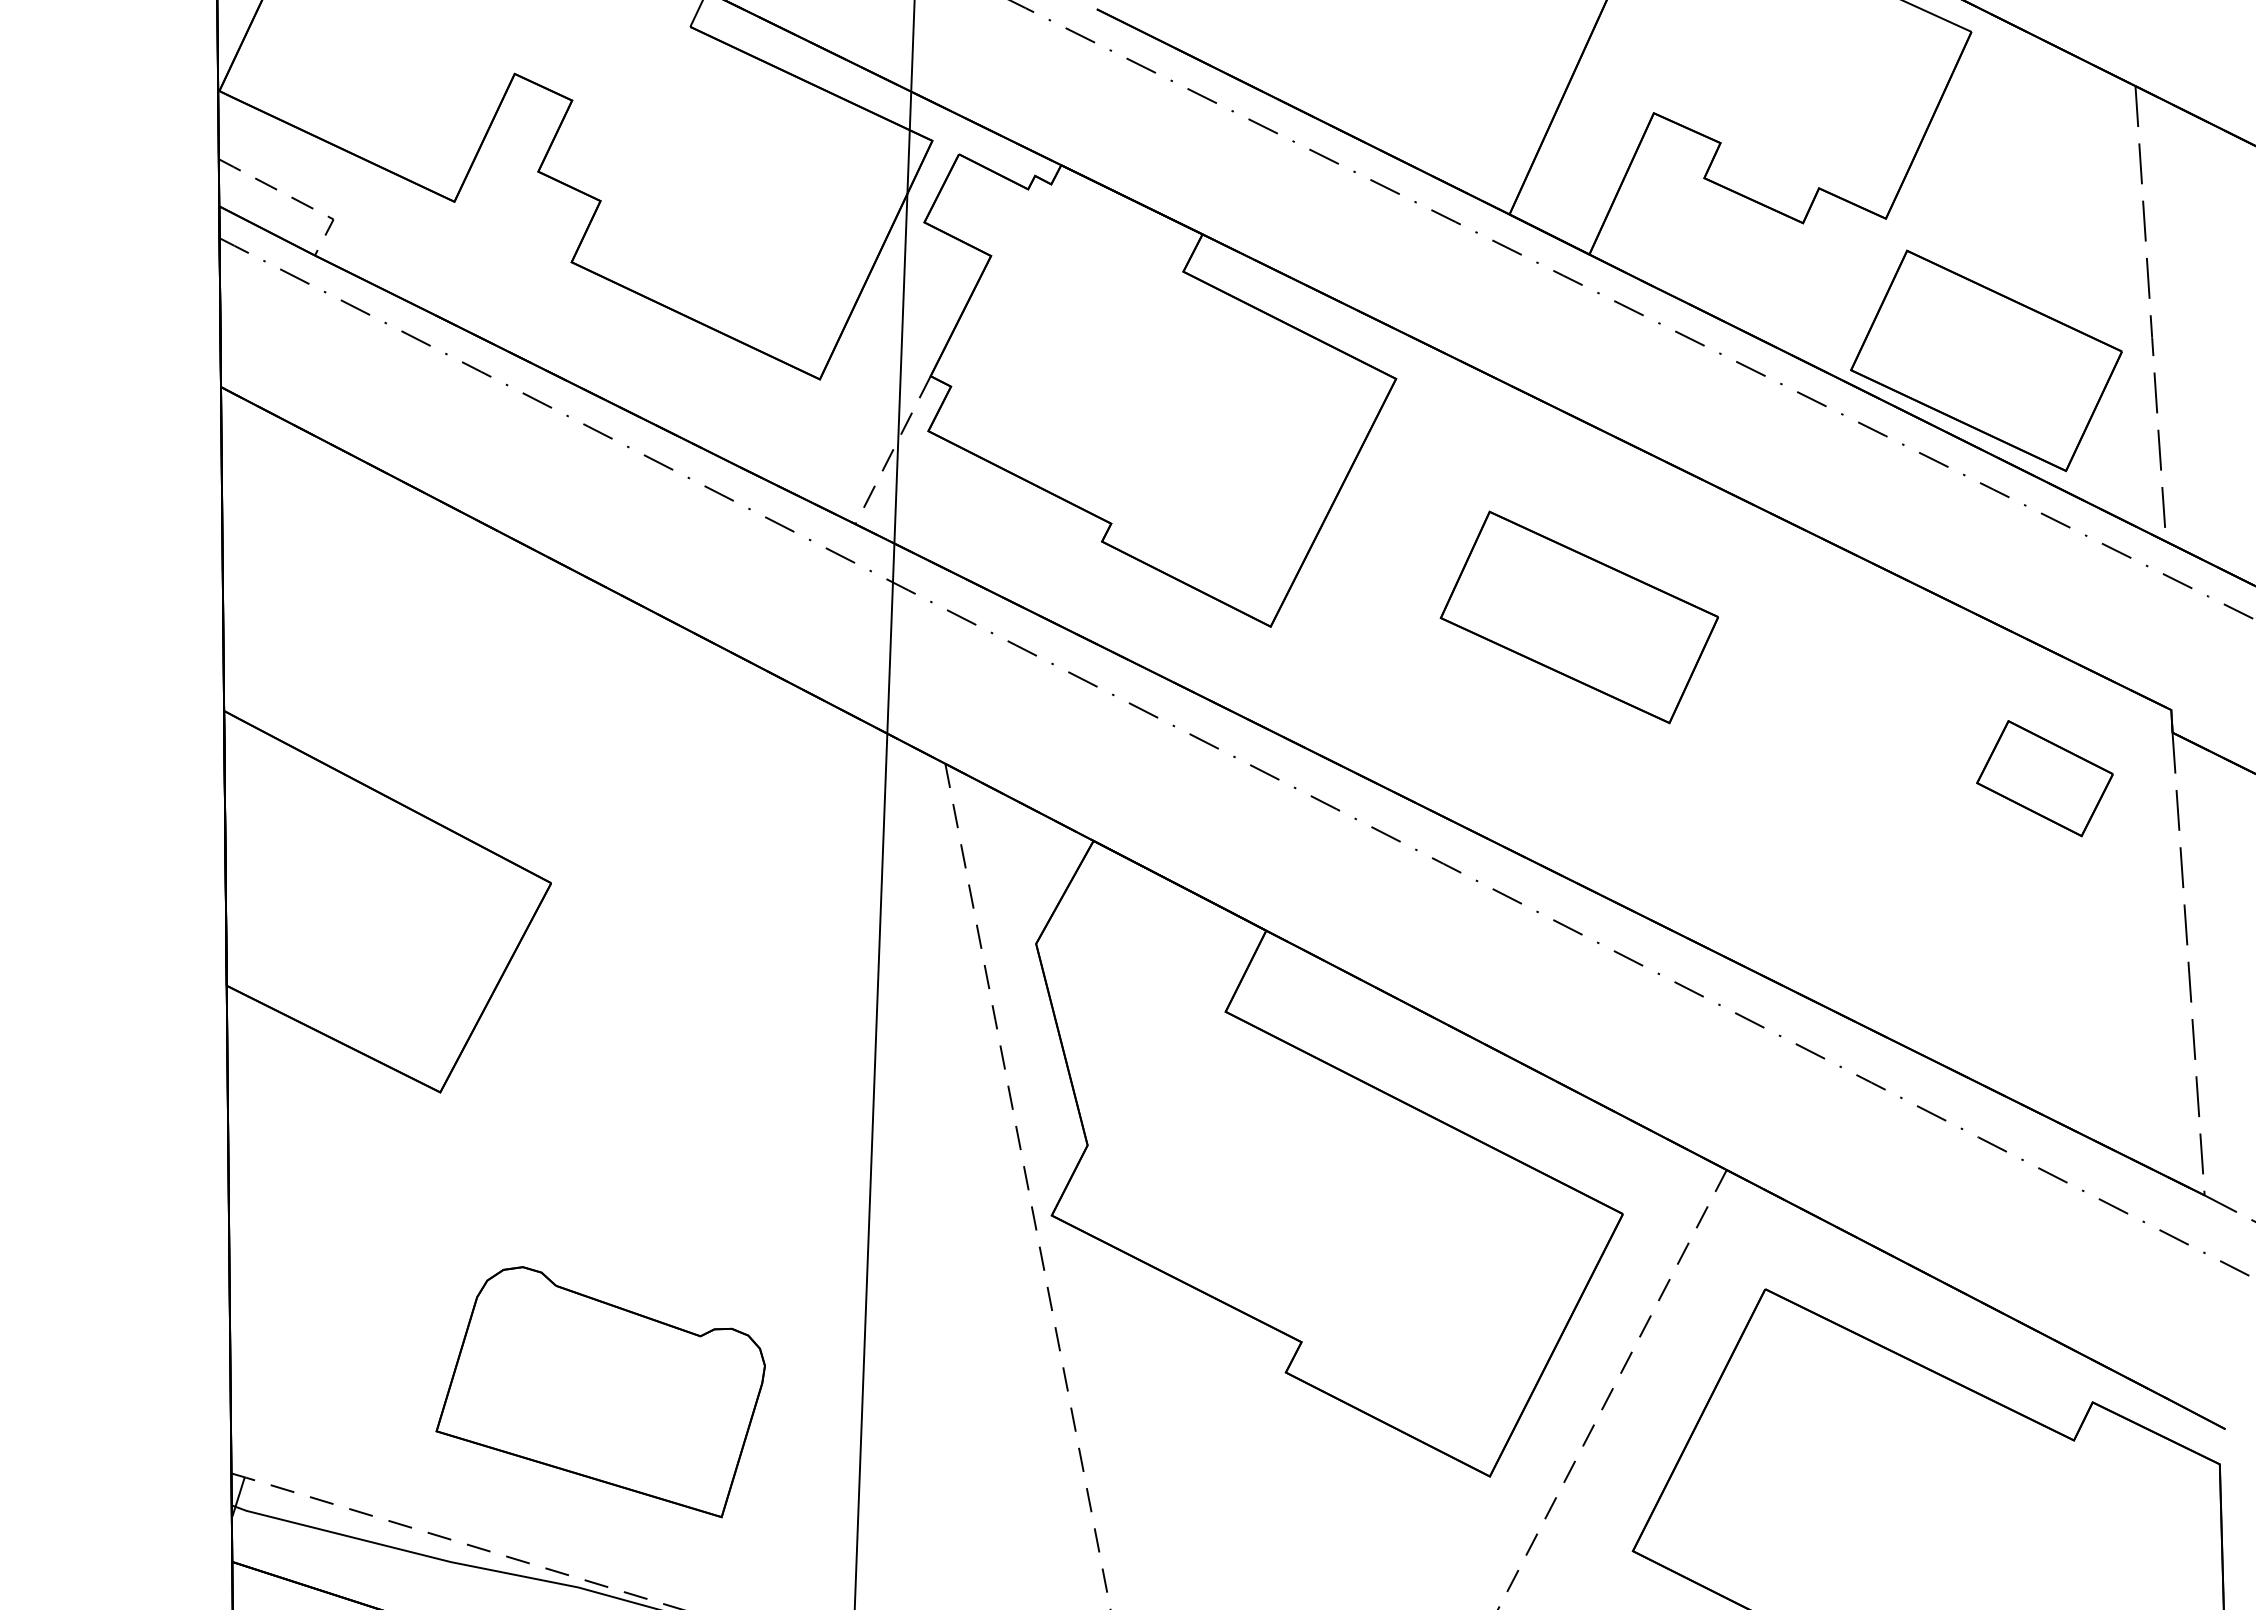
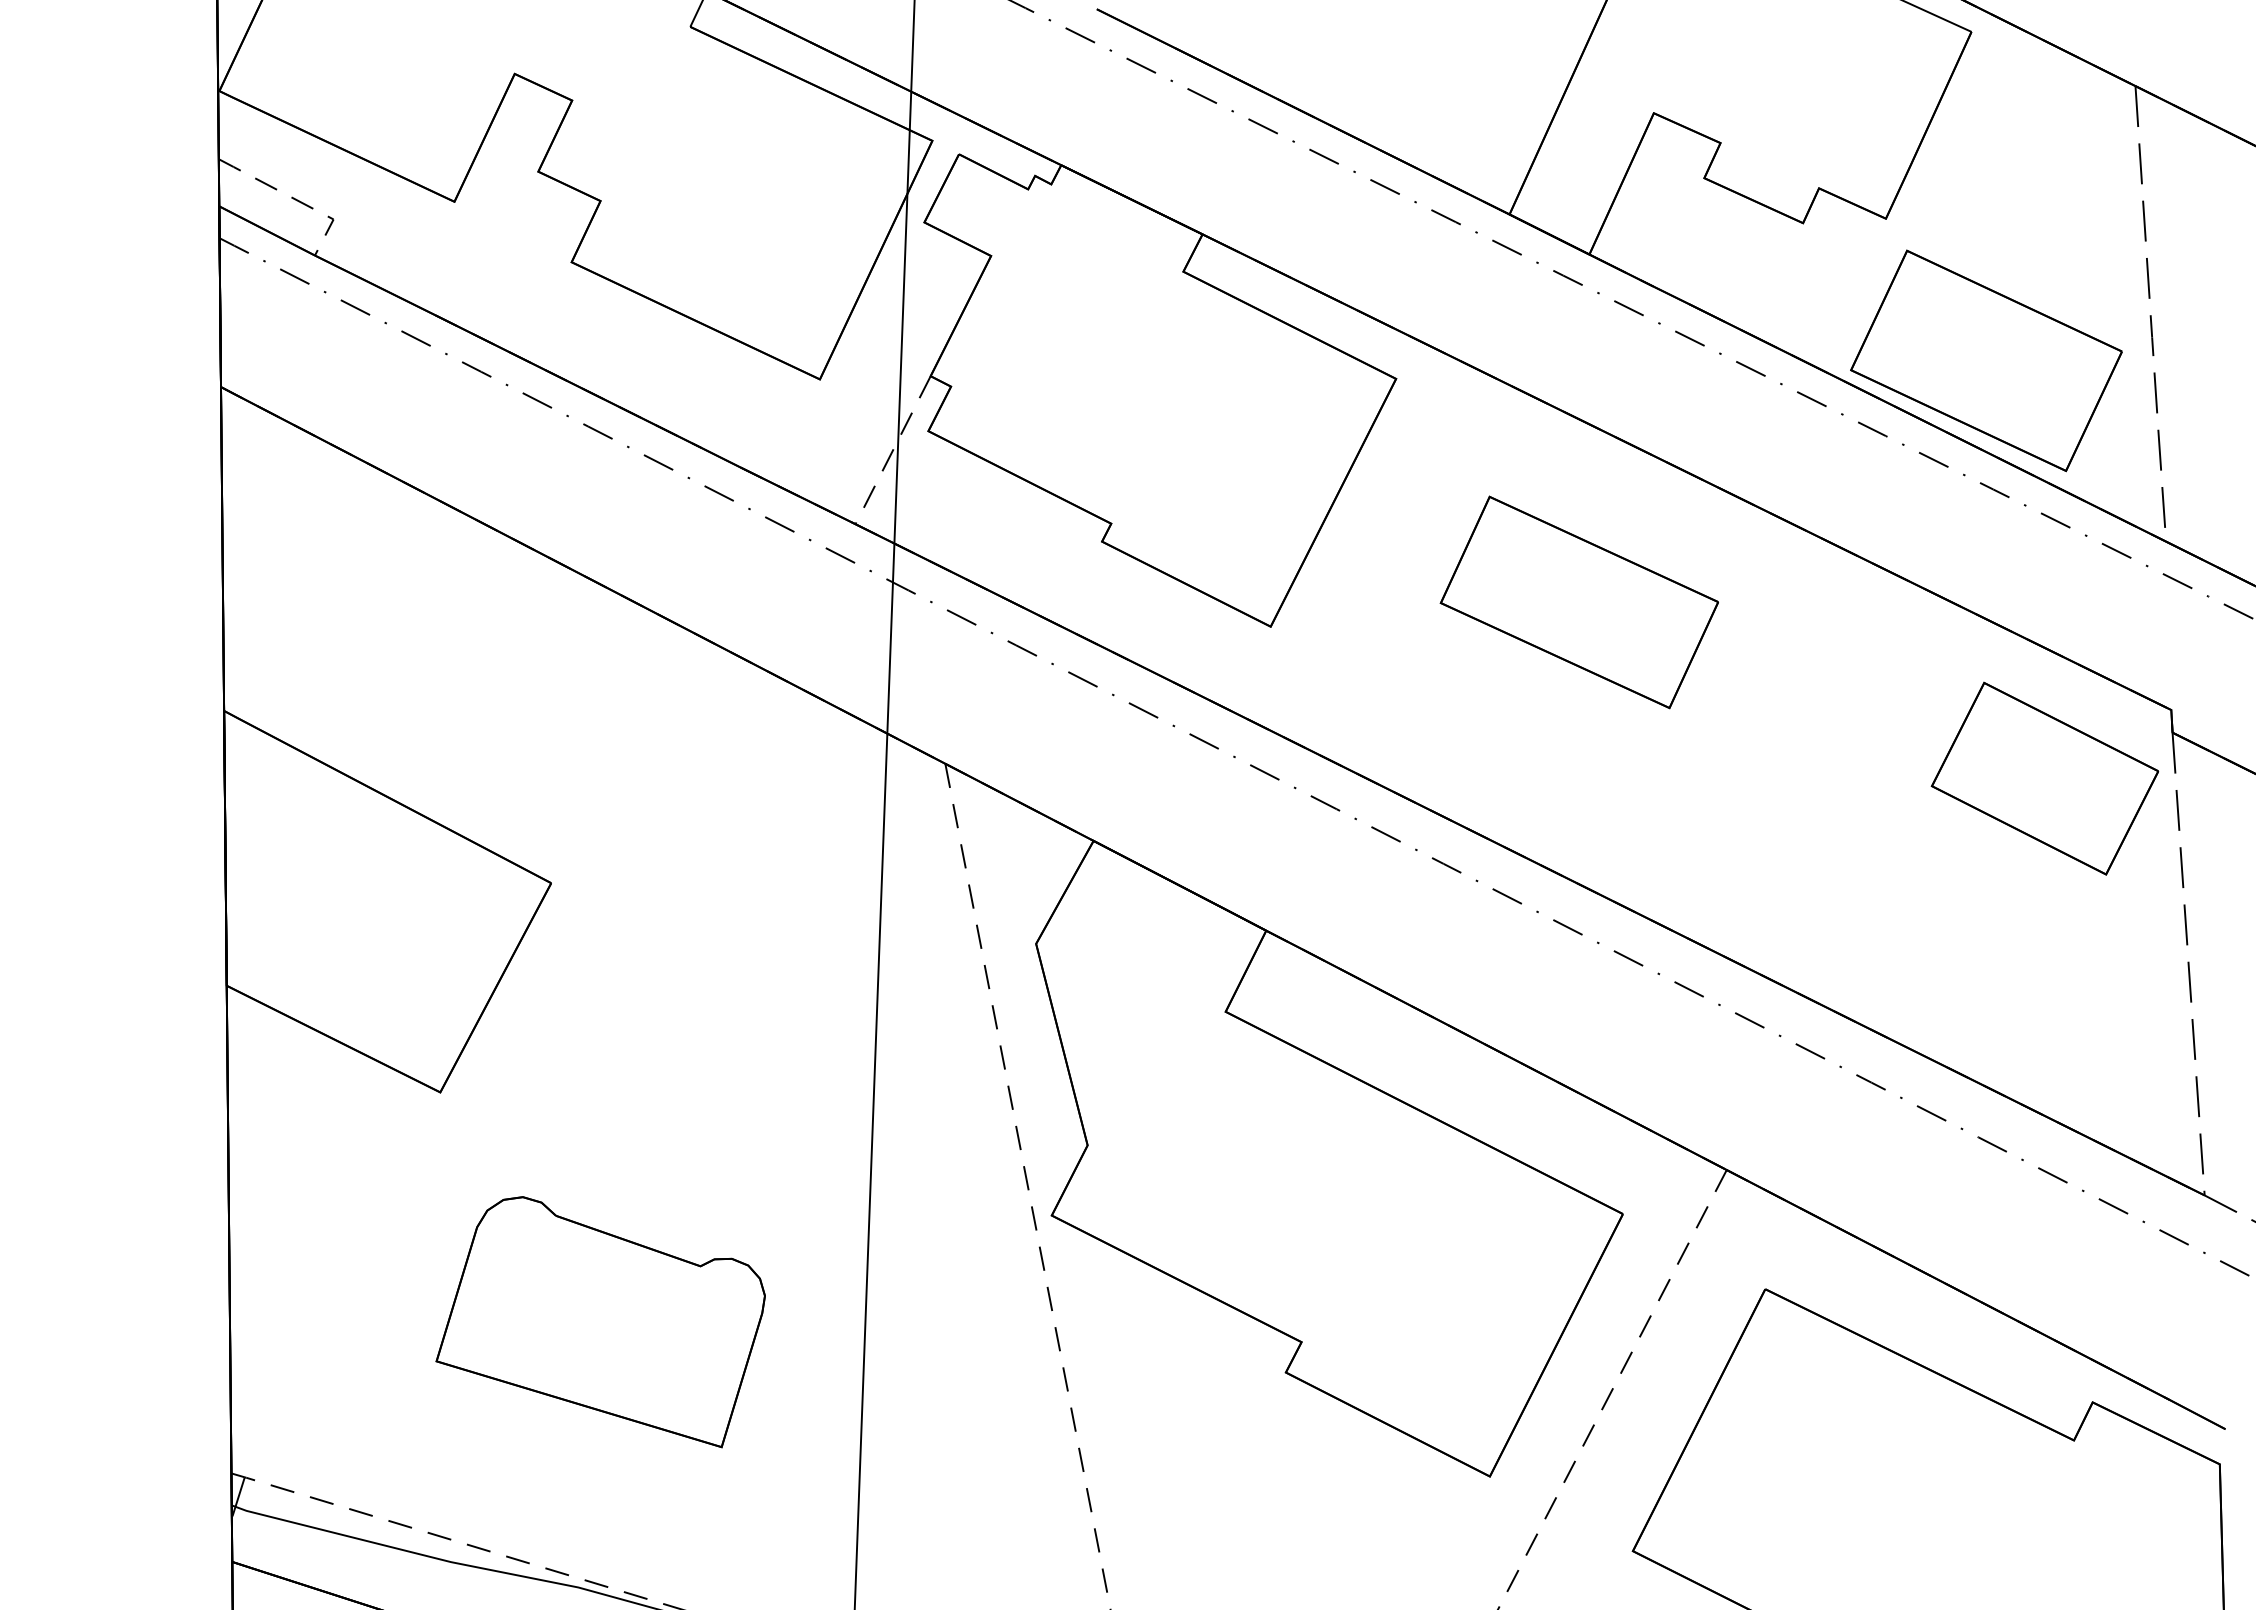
part at (1578, 617) position: (1578, 617) -> (1578, 602)
part at (2044, 778) size: 138x118 px -> 230x195 px
part at (600, 1392) position: (600, 1392) -> (600, 1322)
